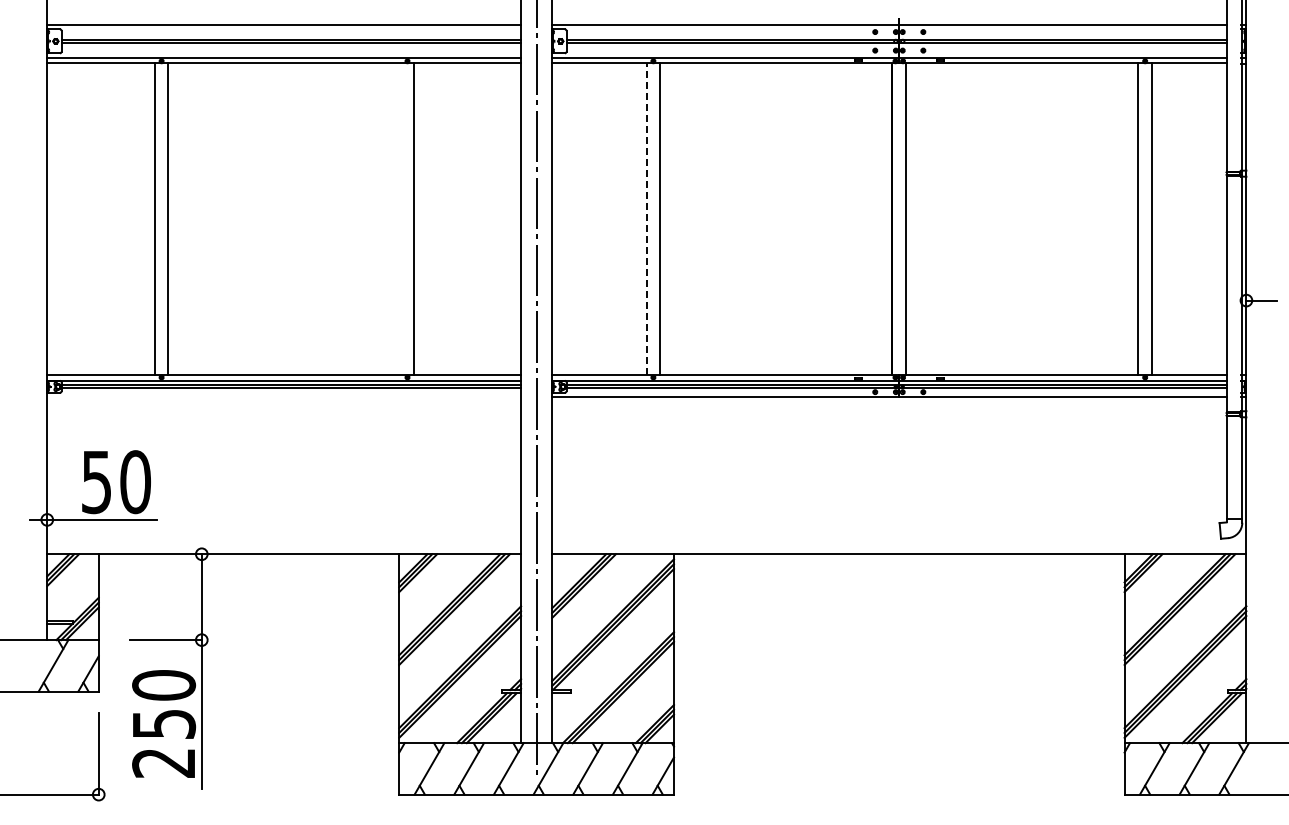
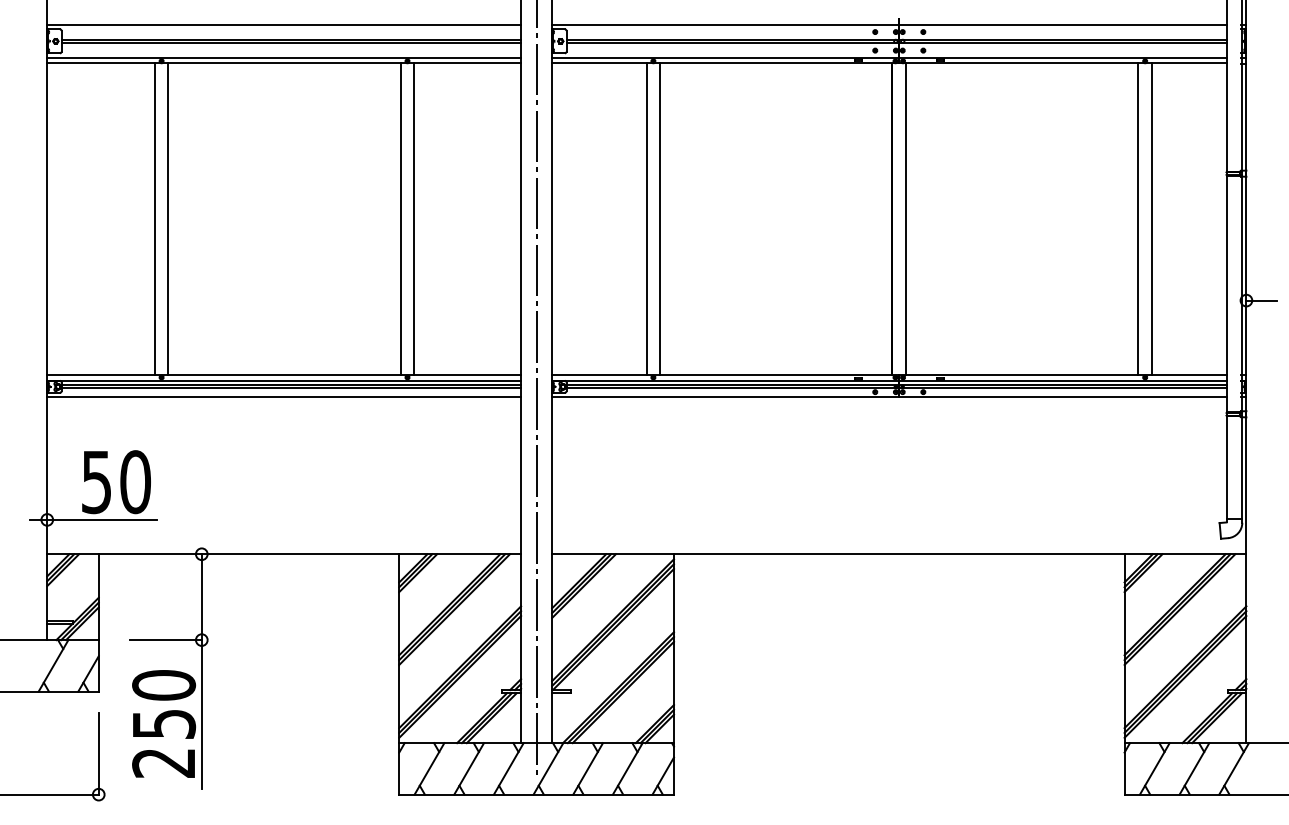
line at (400, 219): none -> present
line at (646, 219): dashed -> solid
line at (284, 397): none -> present
